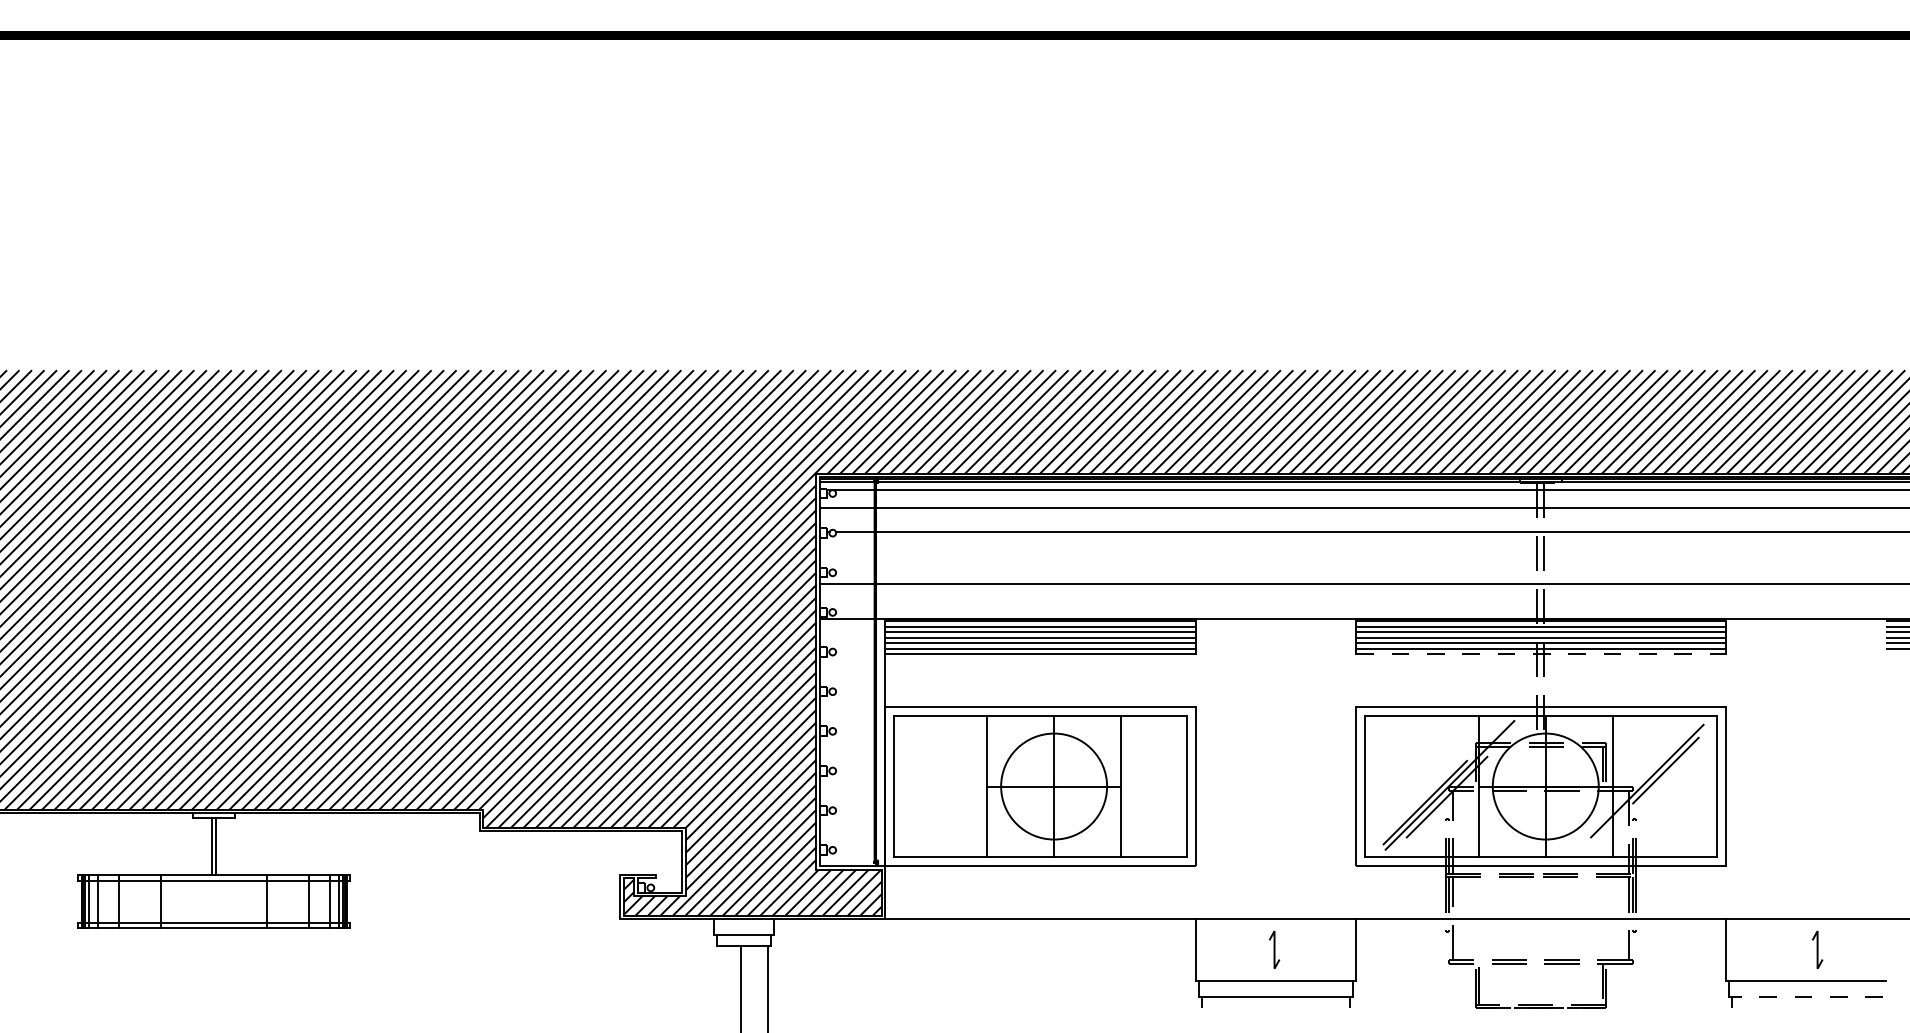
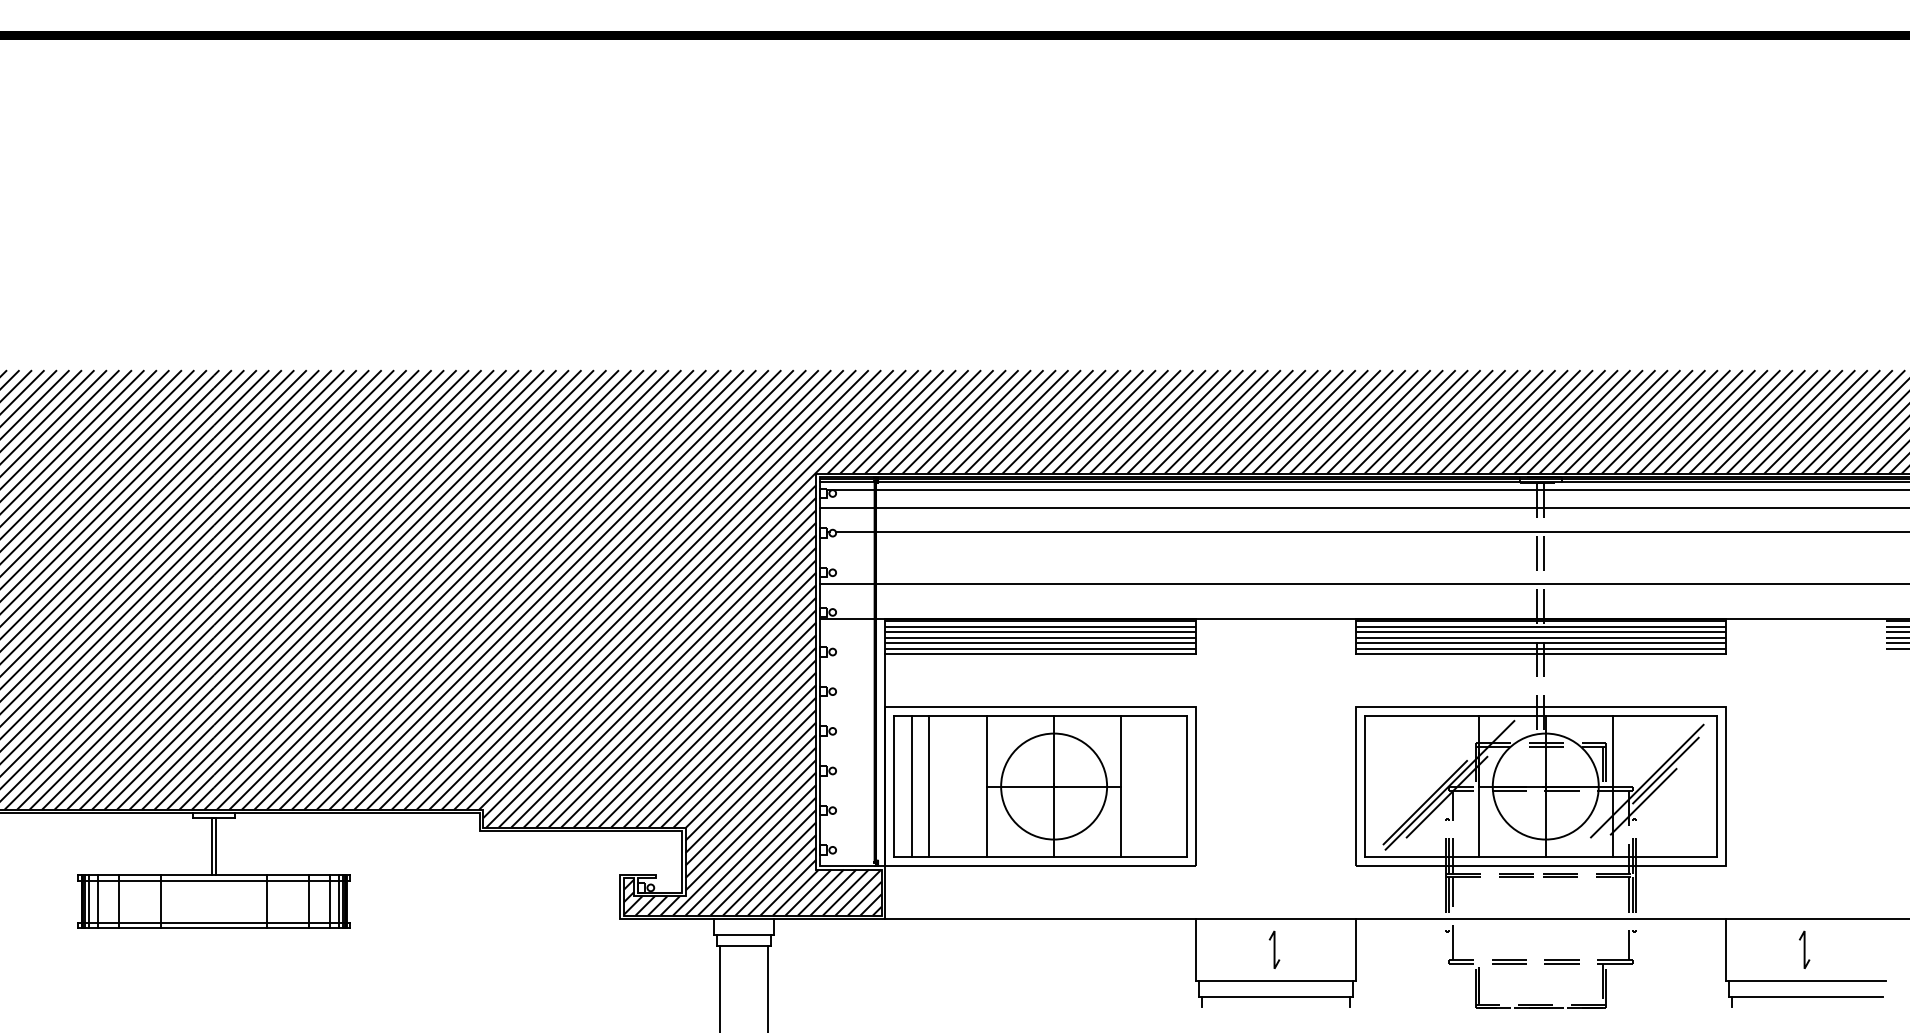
line at (1540, 654): dashed -> solid
line at (911, 786): none -> present
line at (929, 786): none -> present
line at (1643, 801): none -> present
line at (1817, 949) position: (1817, 949) -> (1804, 949)
line at (741, 987) position: (741, 987) -> (720, 987)
line at (1805, 996): dashed -> solid
